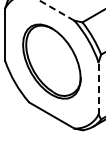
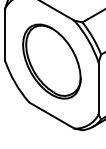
line at (56, 10): dashed -> solid
line at (98, 88): dashed -> solid
